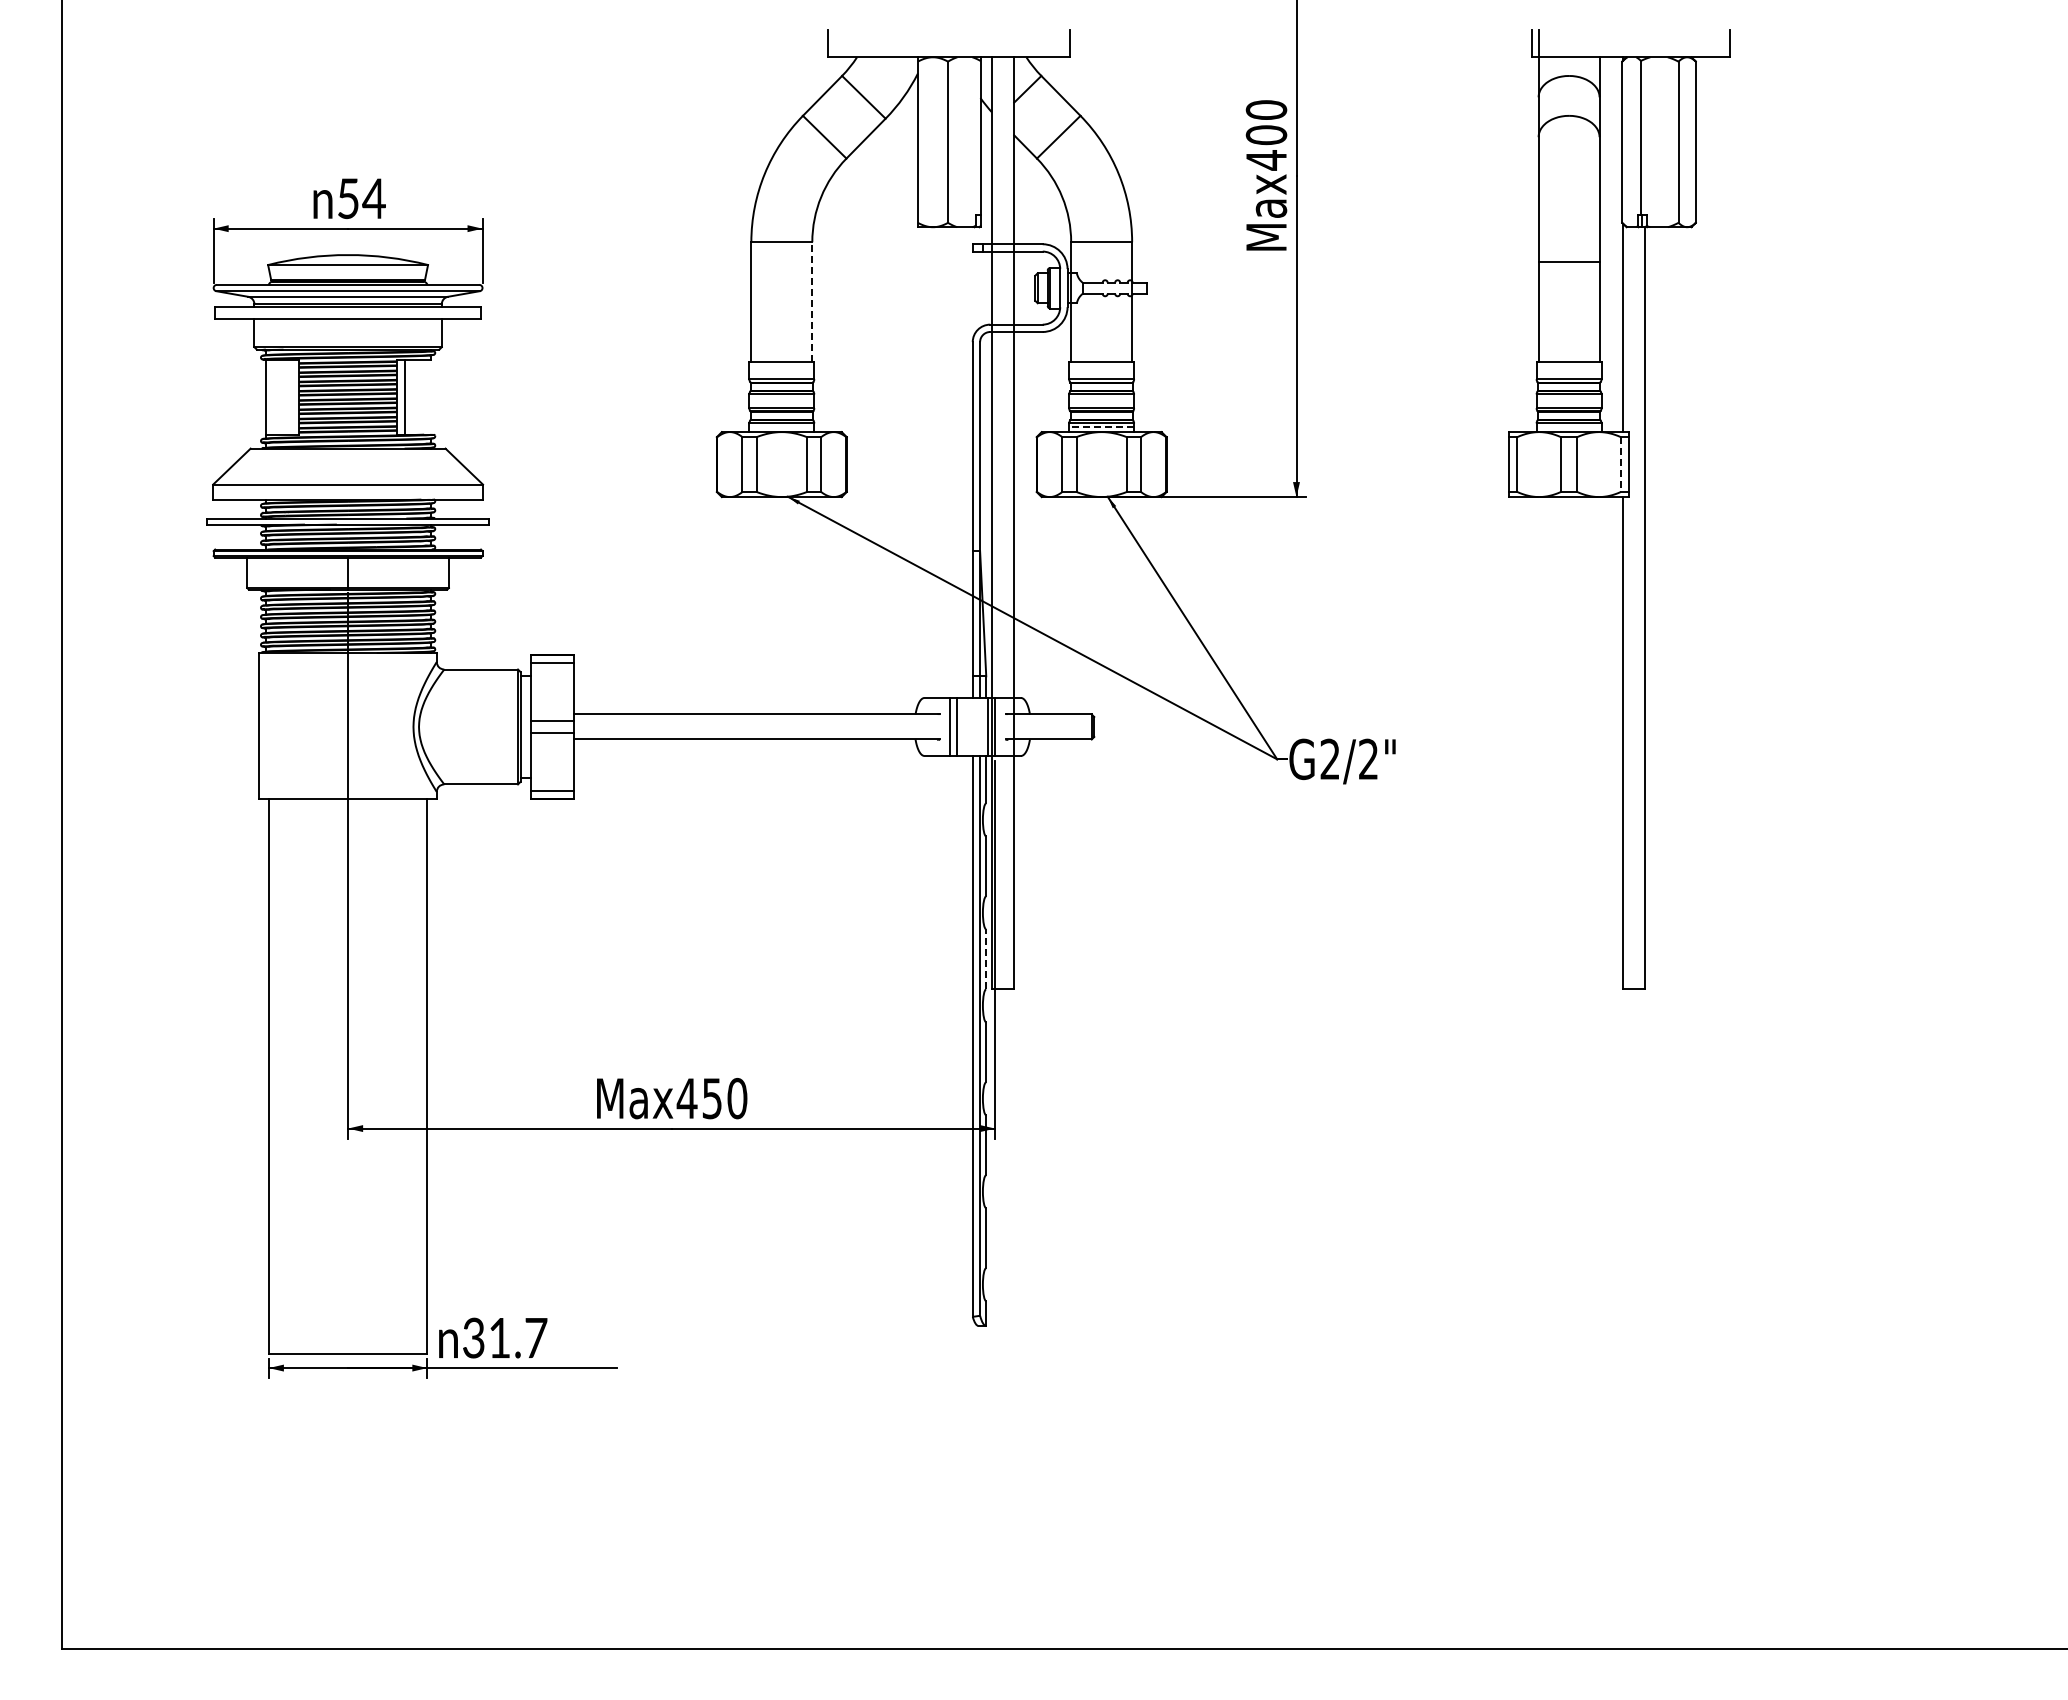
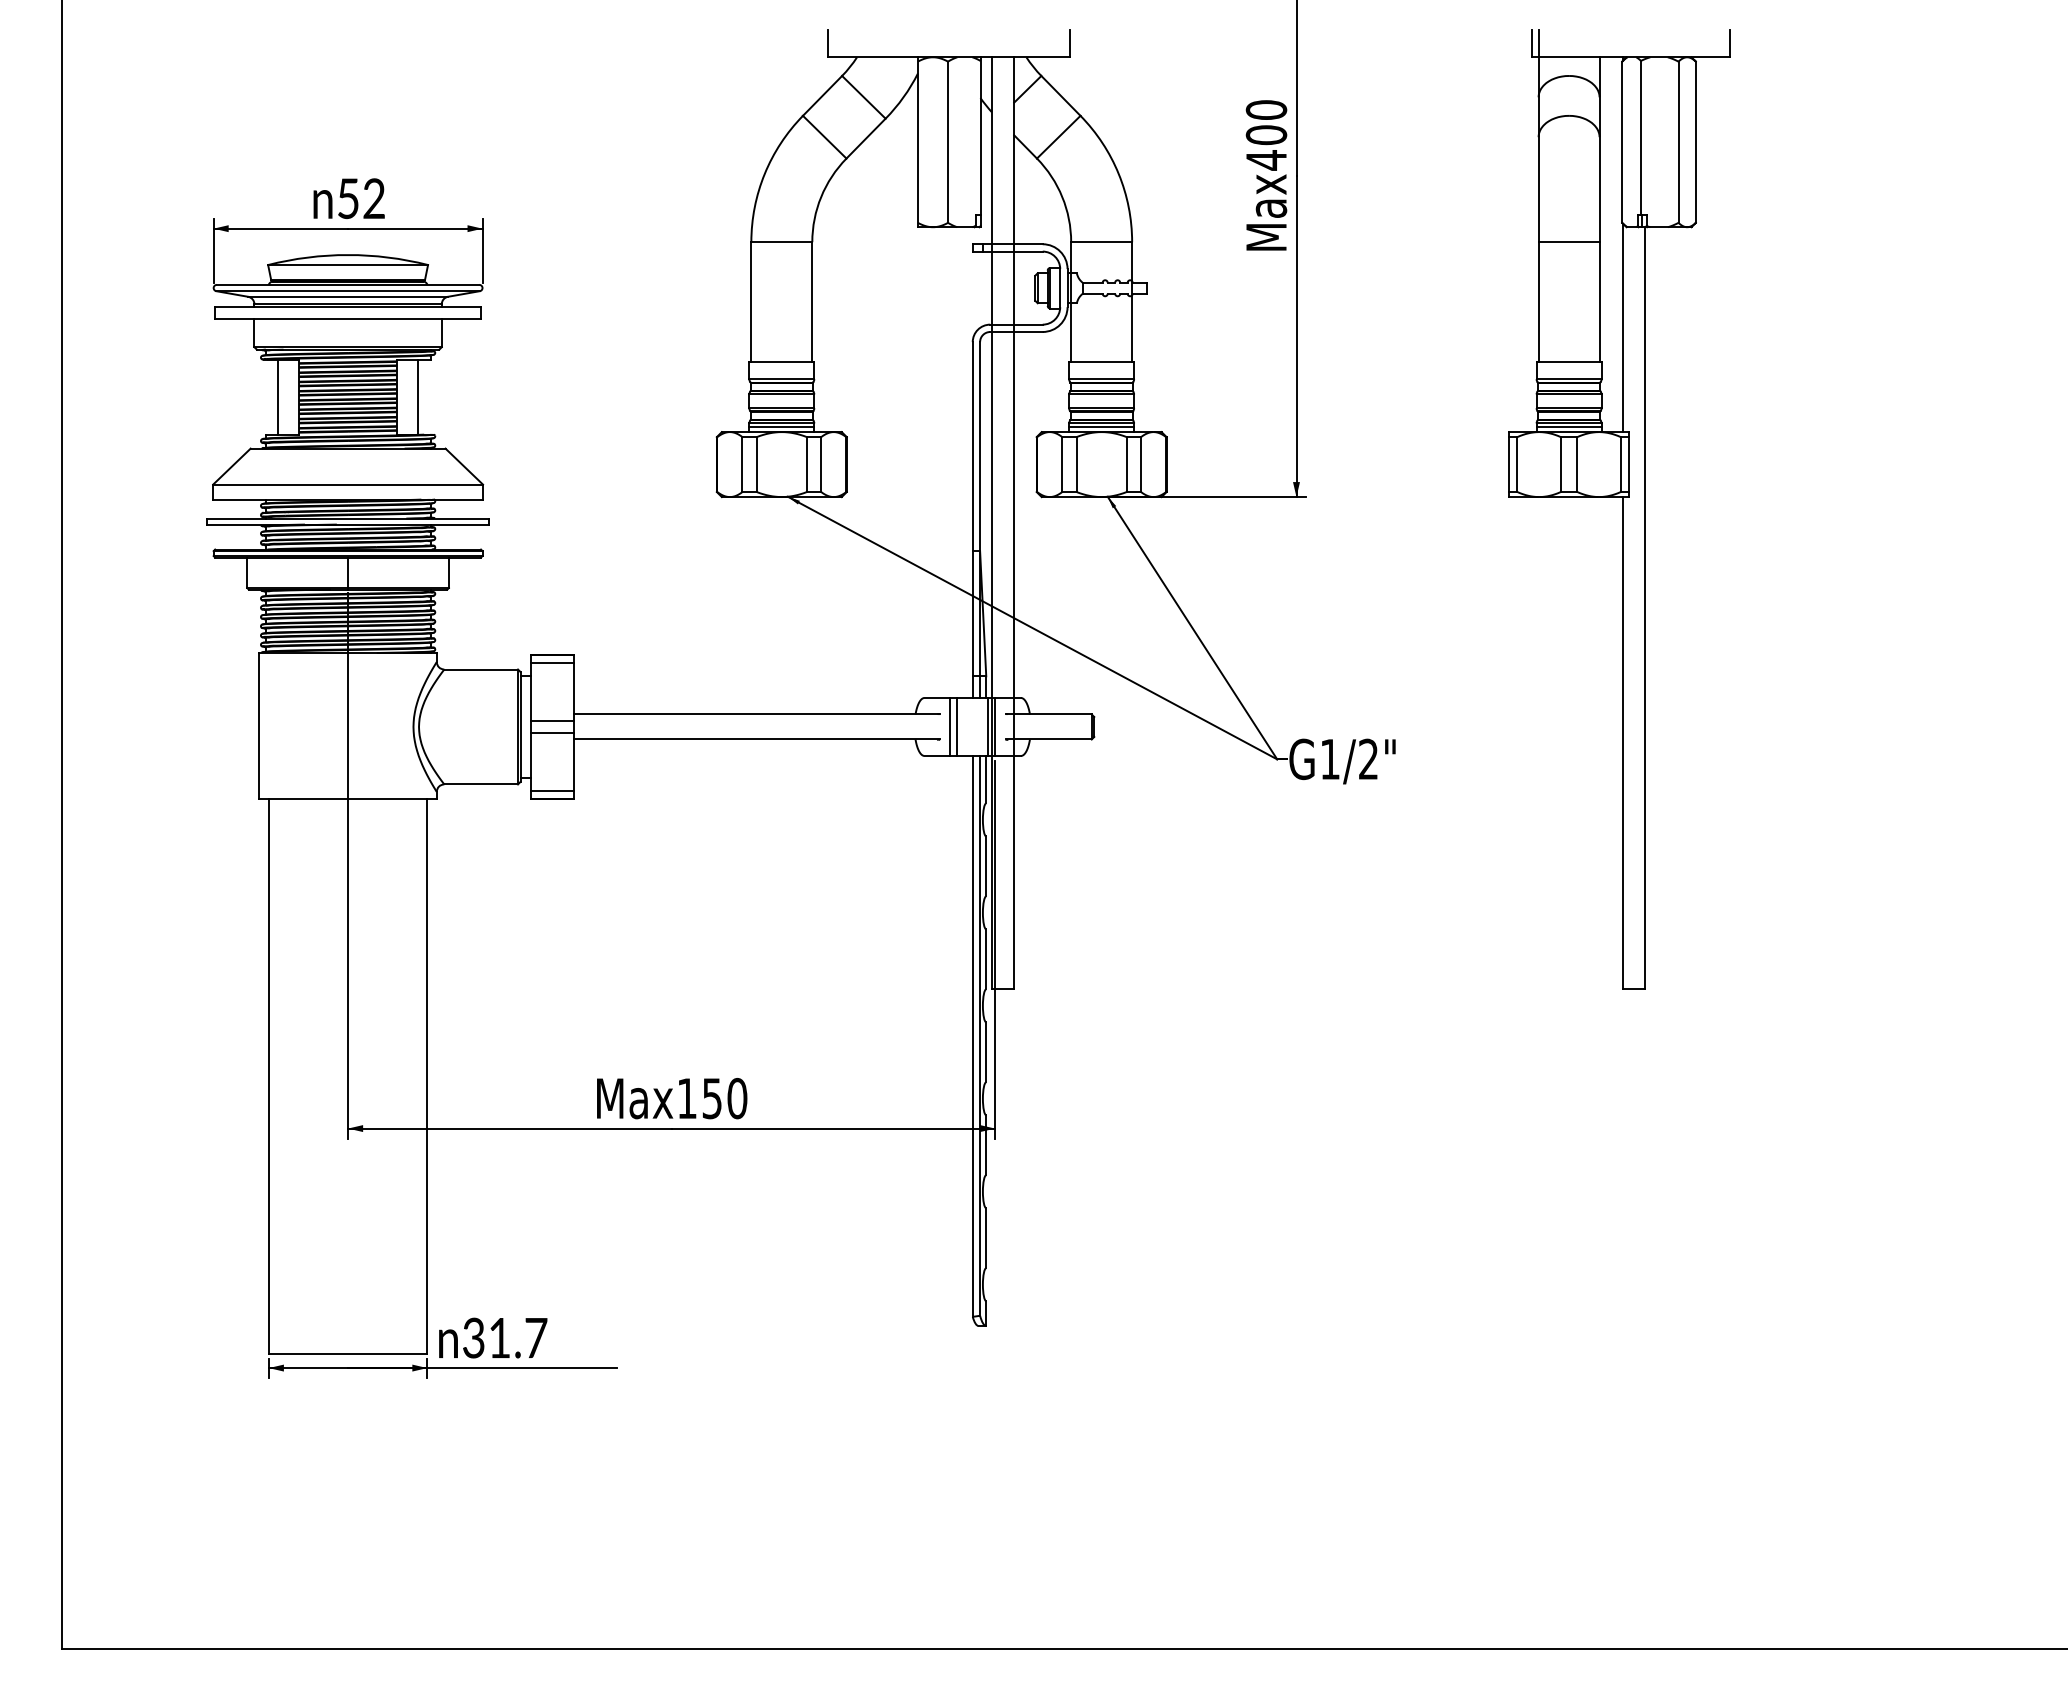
text at (373, 198): 54 -> 52
line at (1568, 262) position: (1568, 262) -> (1568, 242)
line at (812, 302): dashed -> solid
line at (266, 396) position: (266, 396) -> (278, 396)
line at (405, 396) position: (405, 396) -> (418, 396)
line at (781, 427): none -> present
line at (1101, 427): dashed -> solid
line at (1568, 427): none -> present
line at (1620, 465): dashed -> solid
text at (1329, 758): G2/2" -> G1/2"
line at (986, 959): dashed -> solid
text at (686, 1098): Max450 -> Max150
